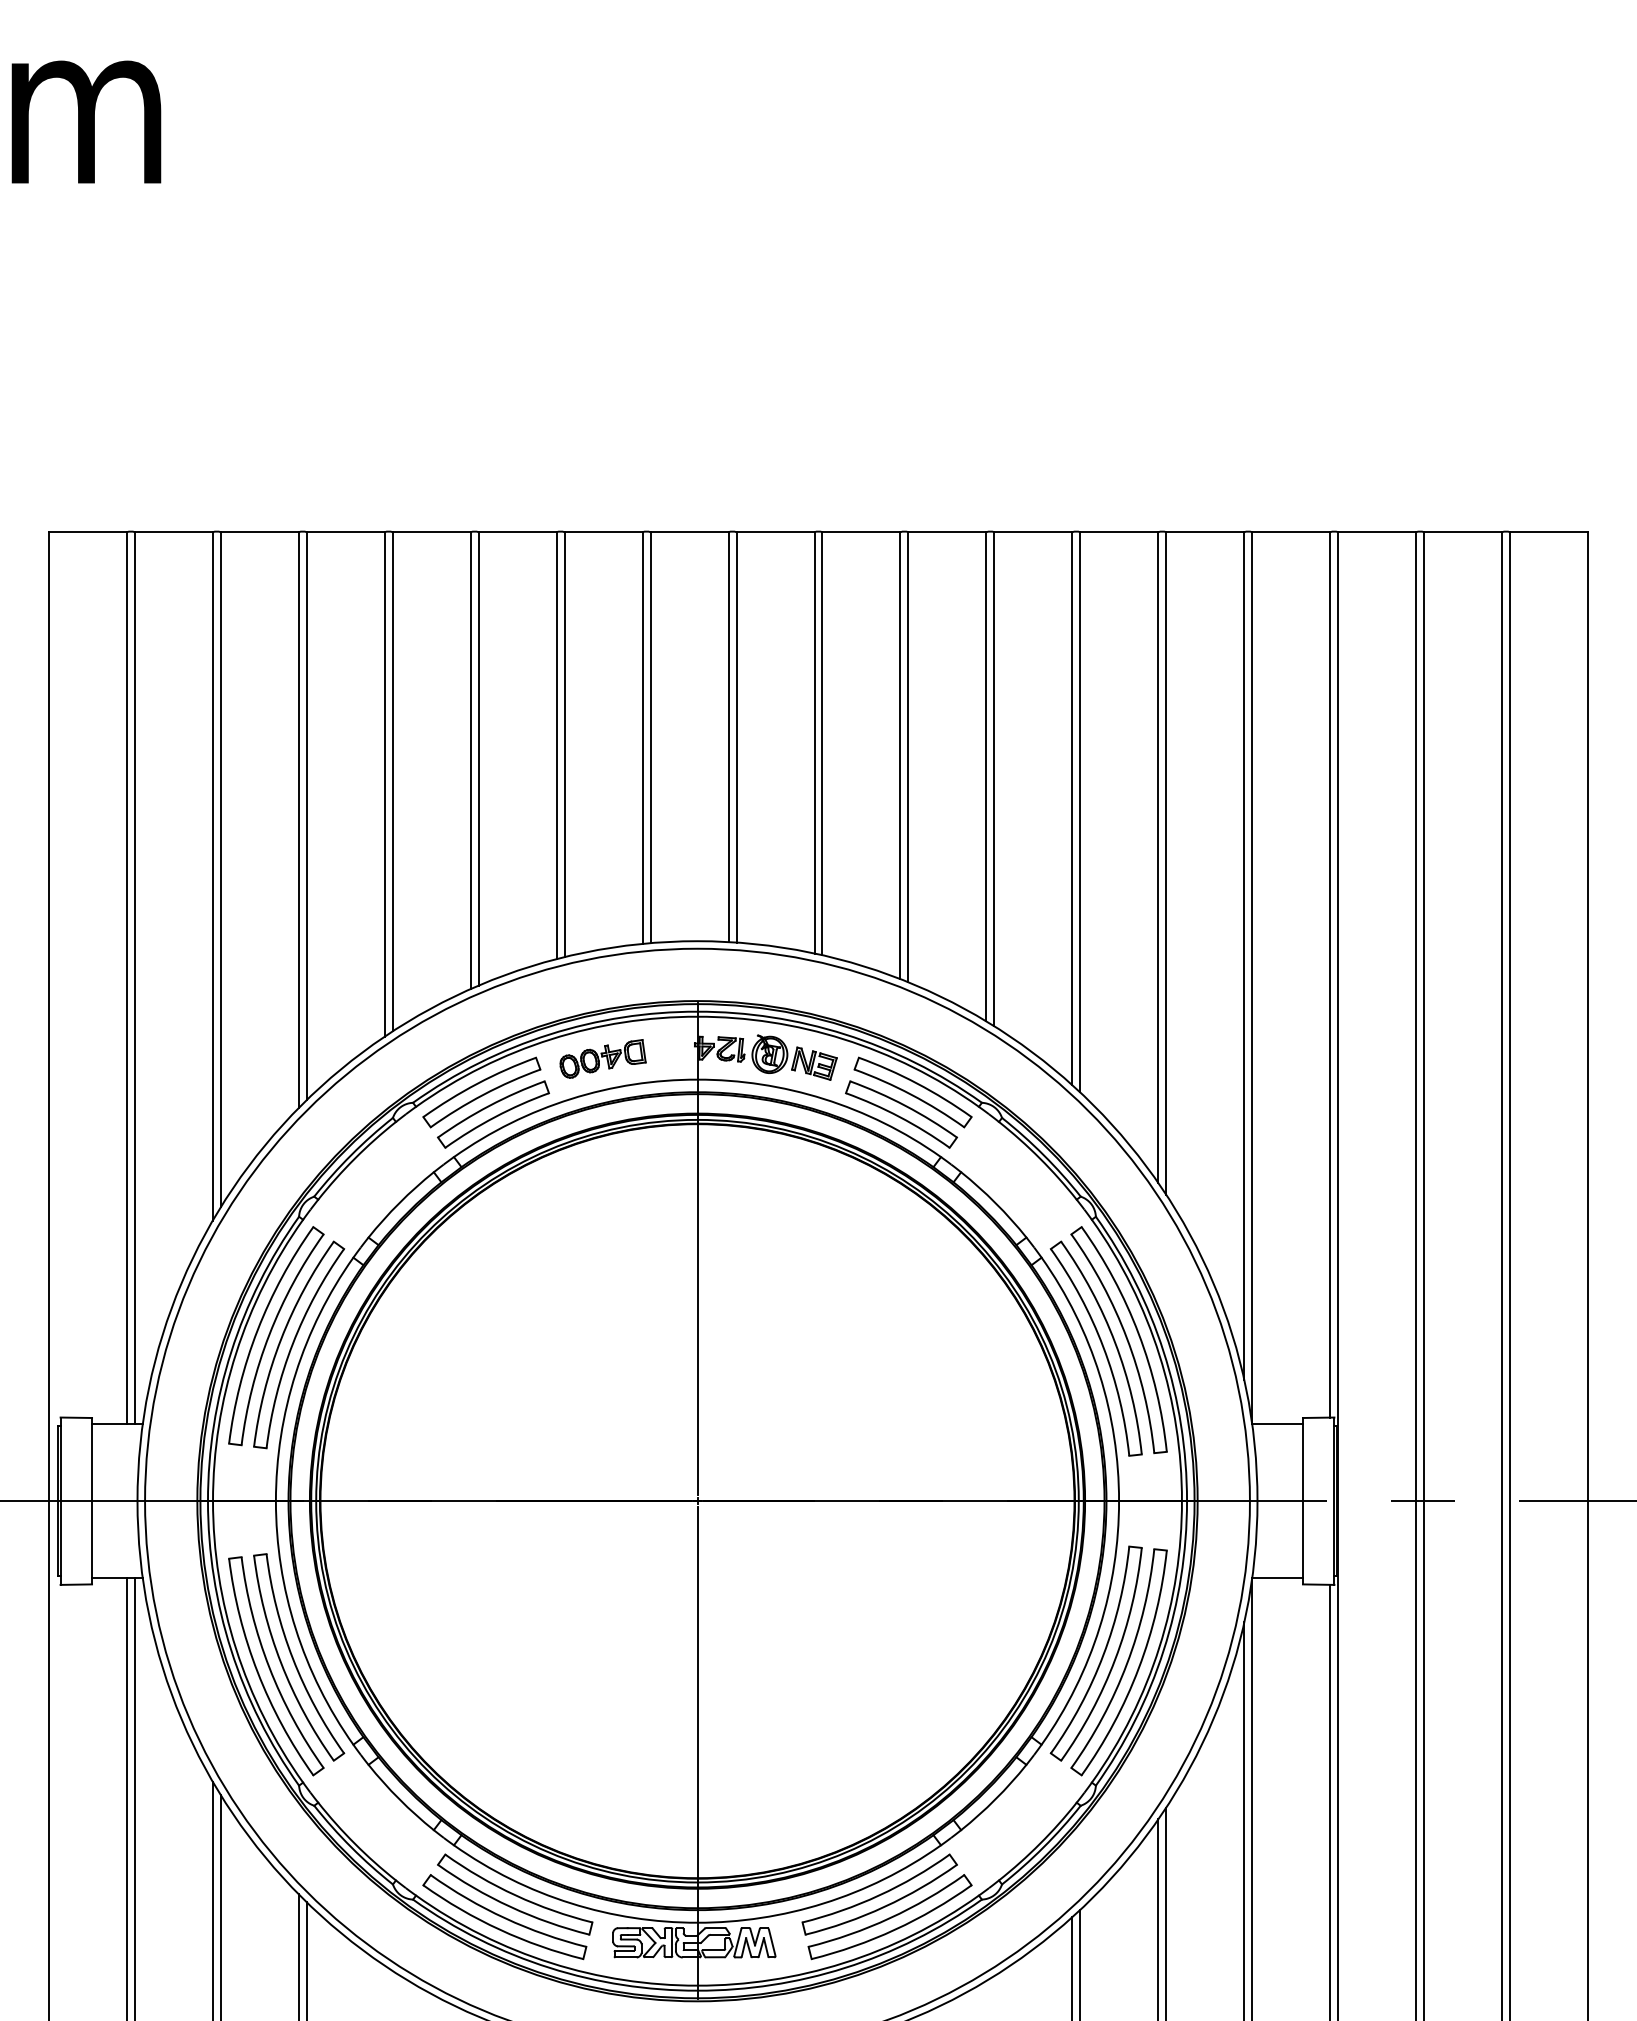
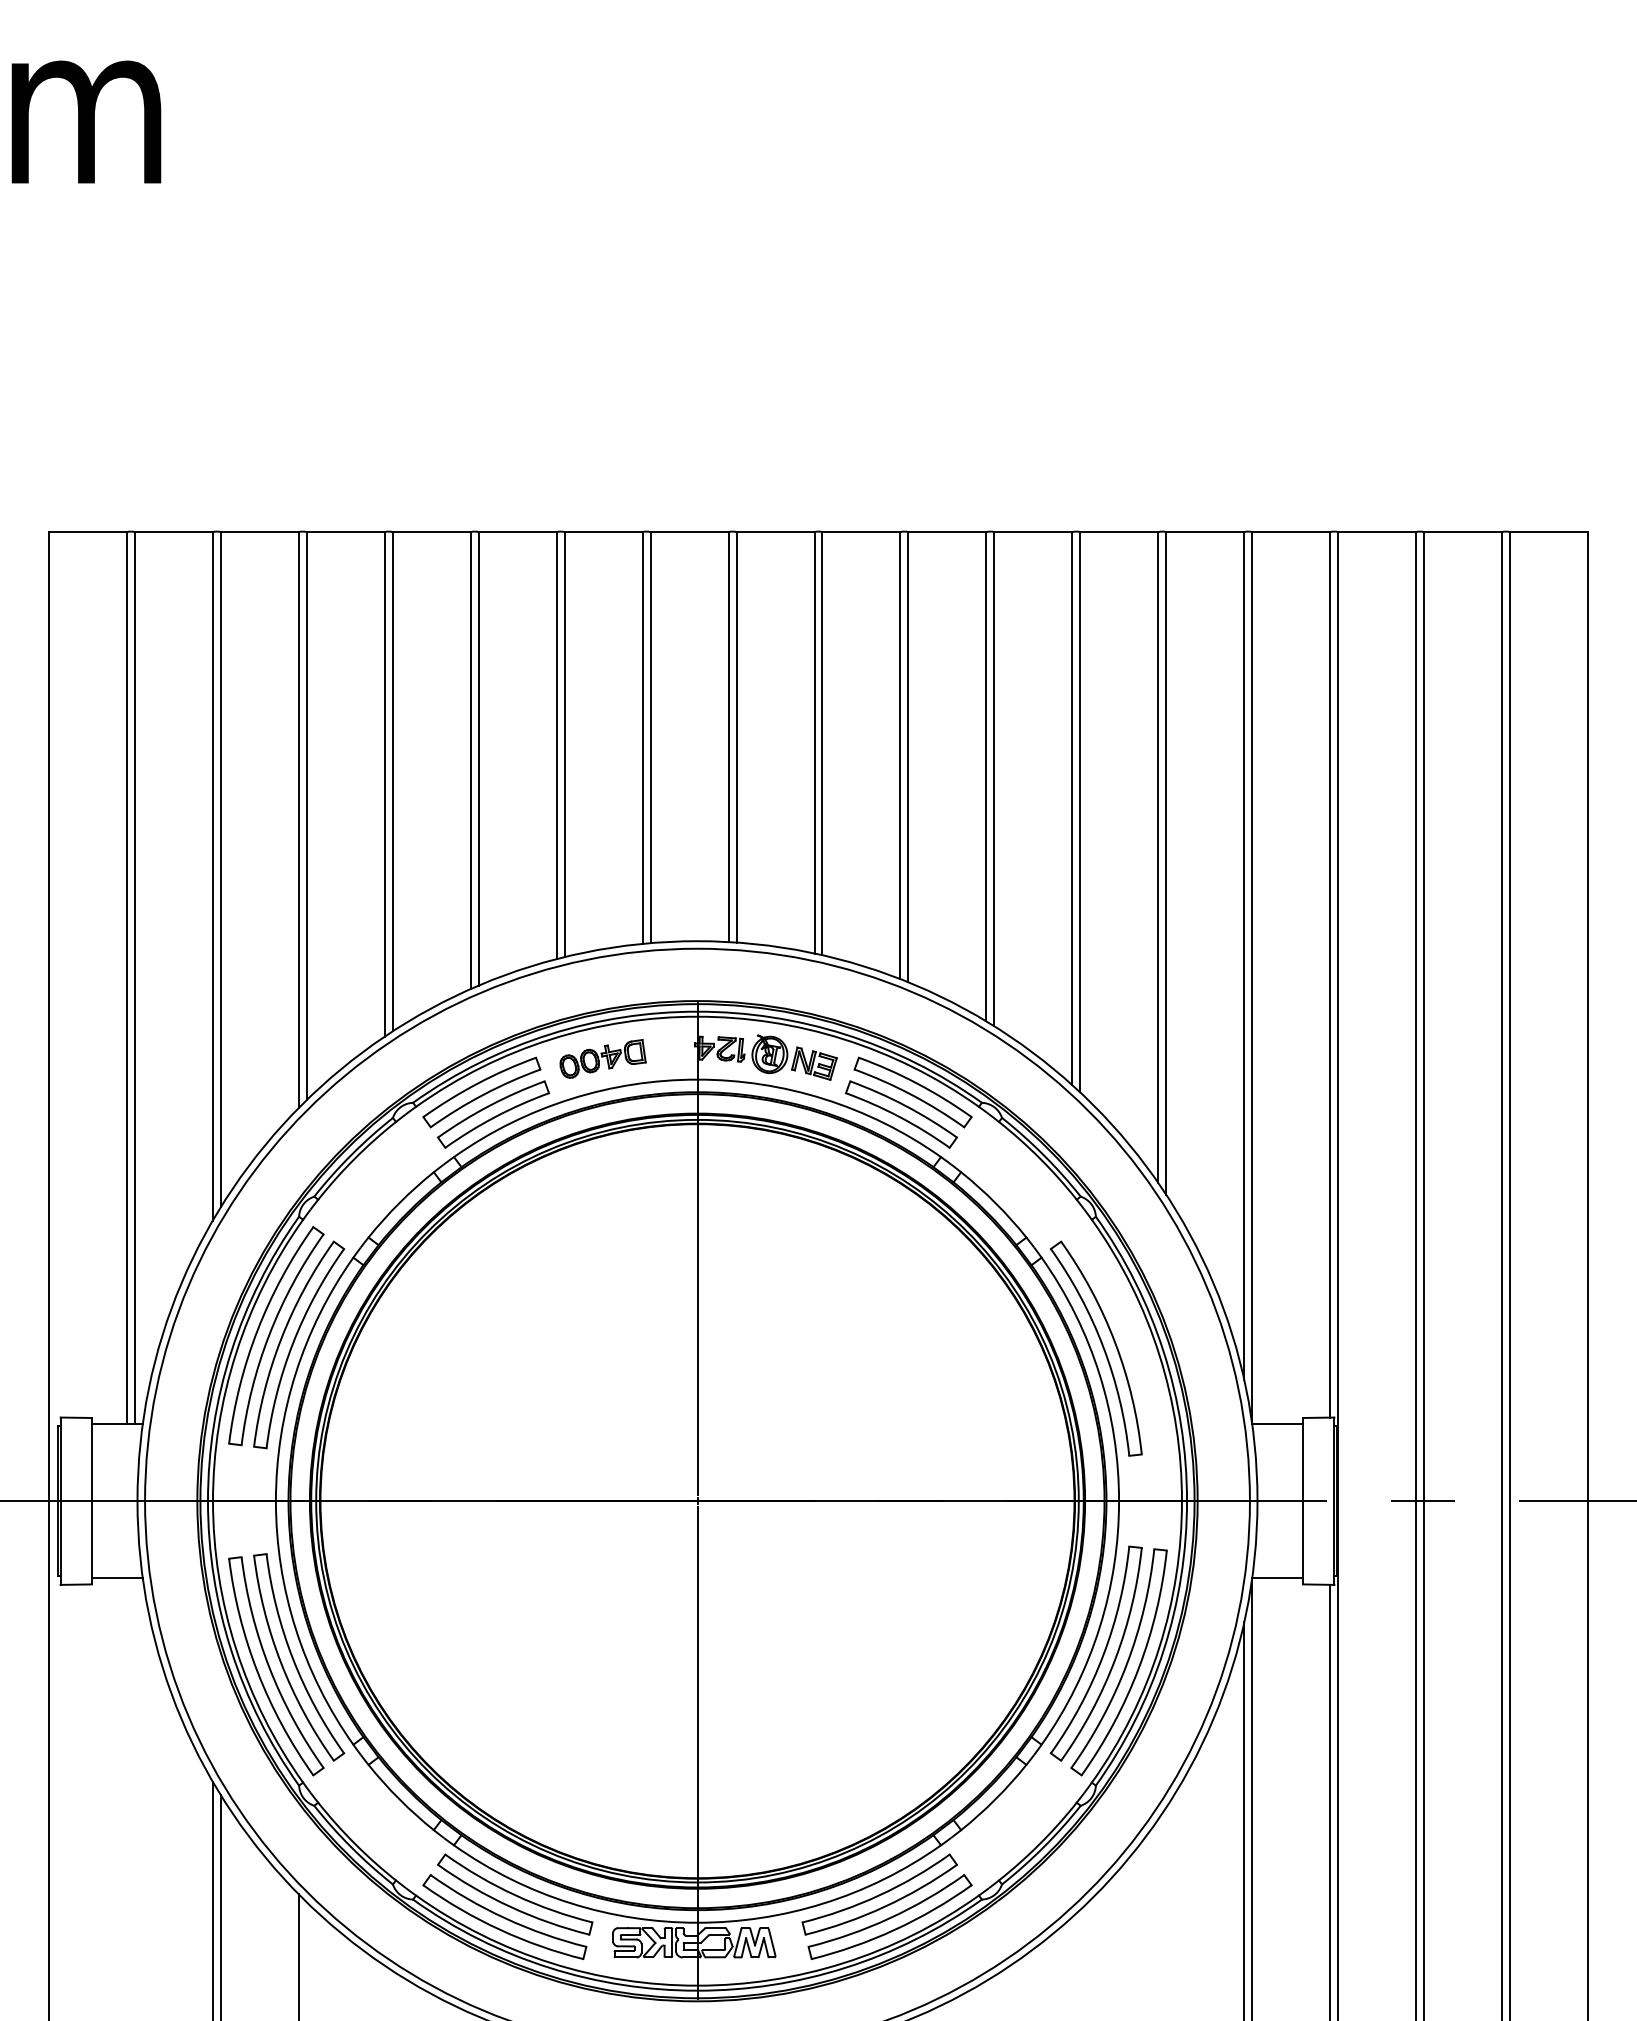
part at (1125, 1337): present -> none
line at (126, 1797): present -> none
line at (134, 1797): present -> none
line at (1166, 1912): present -> none
line at (1158, 1918): present -> none
line at (306, 1959): present -> none
line at (1080, 1963): present -> none
line at (1072, 1967): present -> none
